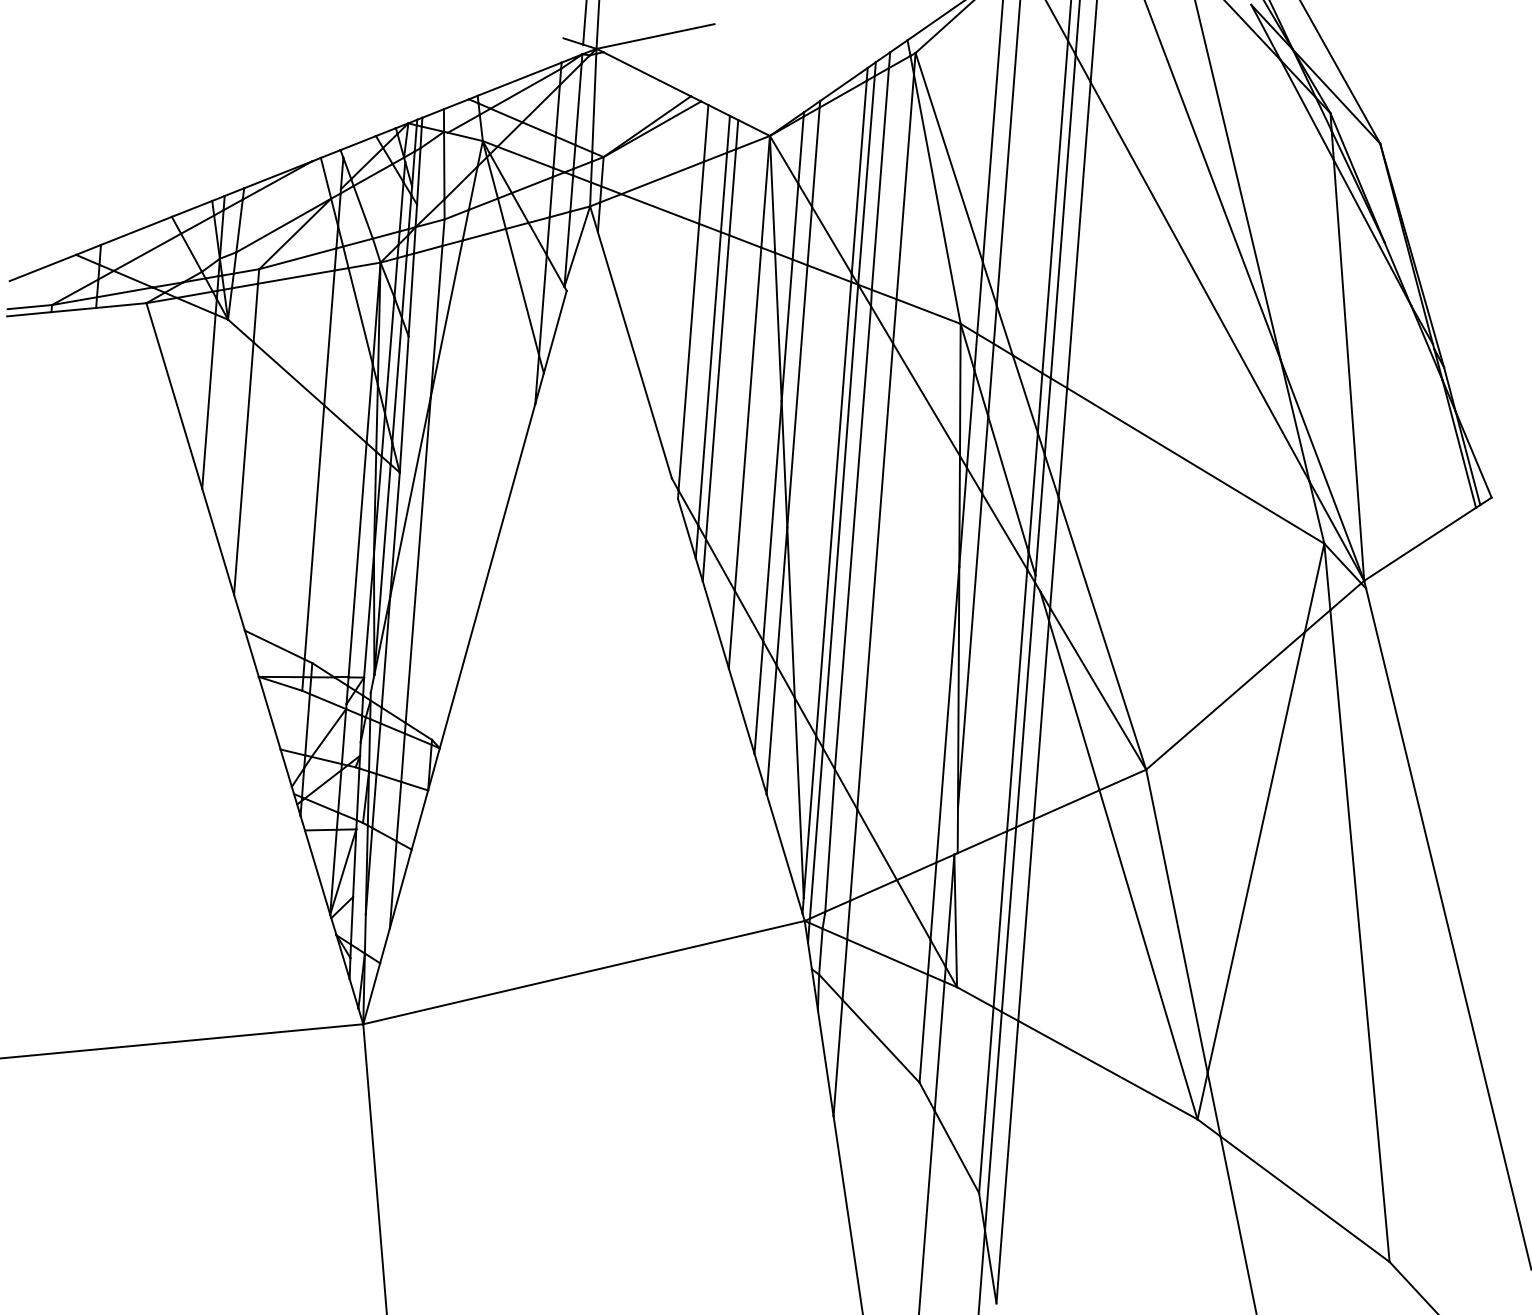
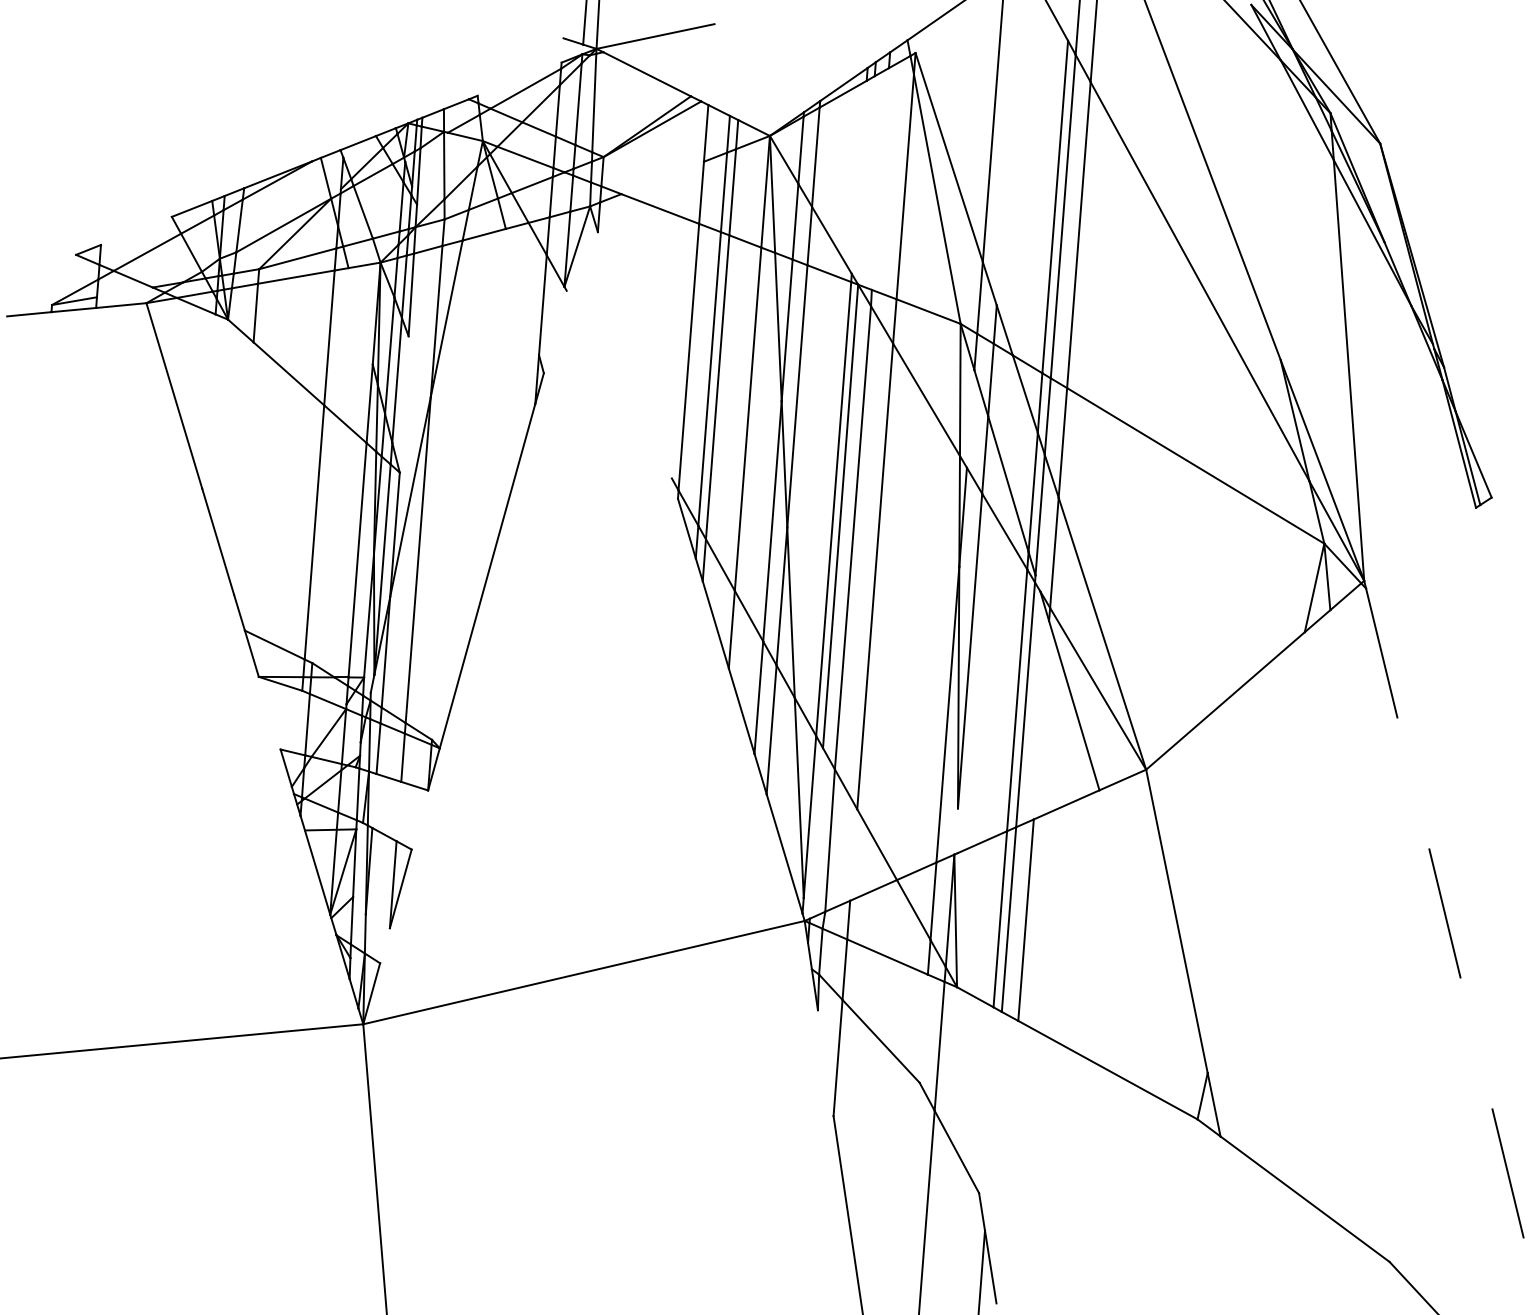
line at (1069, 21): present -> none
line at (943, 27): present -> none
line at (519, 78): present -> none
line at (1008, 153): present -> none
line at (858, 176): present -> none
line at (662, 177): present -> none
line at (879, 178): present -> none
line at (866, 180): present -> none
line at (1237, 181): present -> none
line at (135, 230): present -> none
line at (42, 267): present -> none
line at (522, 291): present -> none
line at (124, 292): present -> none
line at (29, 307): present -> none
line at (360, 316): present -> none
line at (554, 331): present -> none
line at (634, 355): present -> none
line at (208, 401): present -> none
line at (403, 404): present -> none
line at (970, 418): present -> none
line at (243, 468): present -> none
line at (1420, 543): present -> none
line at (269, 712): present -> none
line at (1041, 719): present -> none
line at (374, 801): present -> none
line at (398, 811): present -> none
line at (419, 819): present -> none
line at (957, 830): present -> none
line at (816, 833): present -> none
line at (1255, 852): present -> none
line at (853, 854): present -> none
line at (1448, 929): solid -> dashed
line at (1359, 935): present -> none
line at (384, 945): present -> none
line at (1148, 954): present -> none
line at (923, 1028): present -> none
line at (825, 1063): present -> none
line at (986, 1100): present -> none
line at (993, 1120): present -> none
line at (1007, 1161): present -> none
line at (1237, 1223): present -> none
